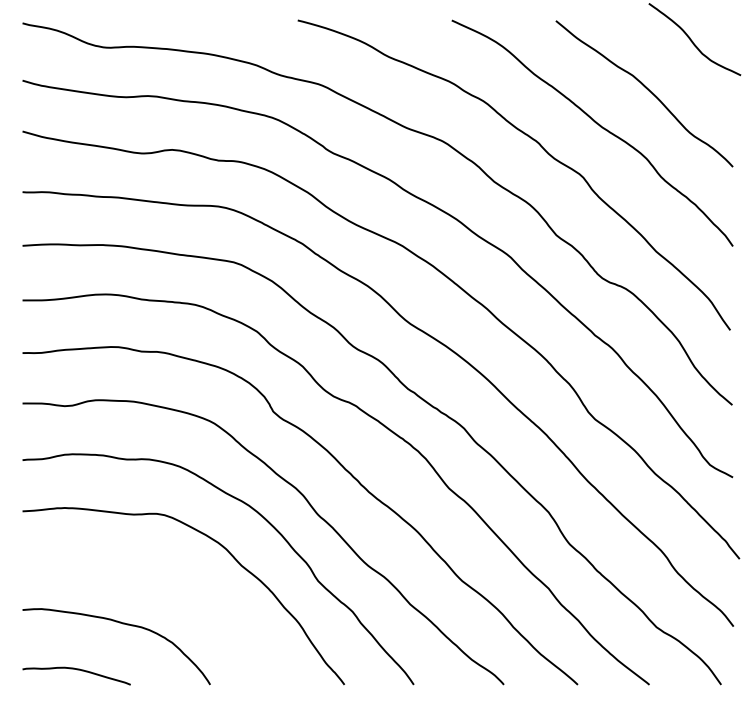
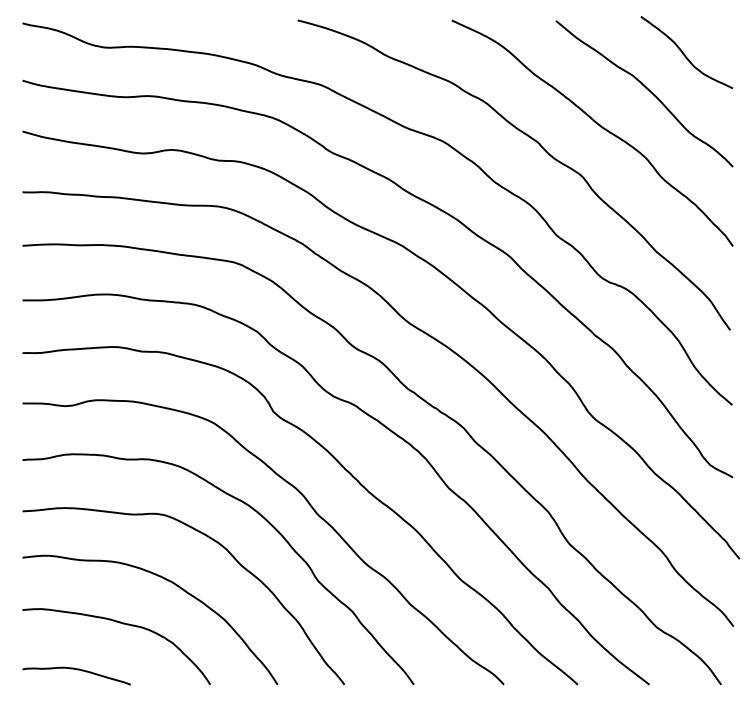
curve at (692, 40) position: (692, 40) -> (684, 53)
curve at (173, 584): none -> present
